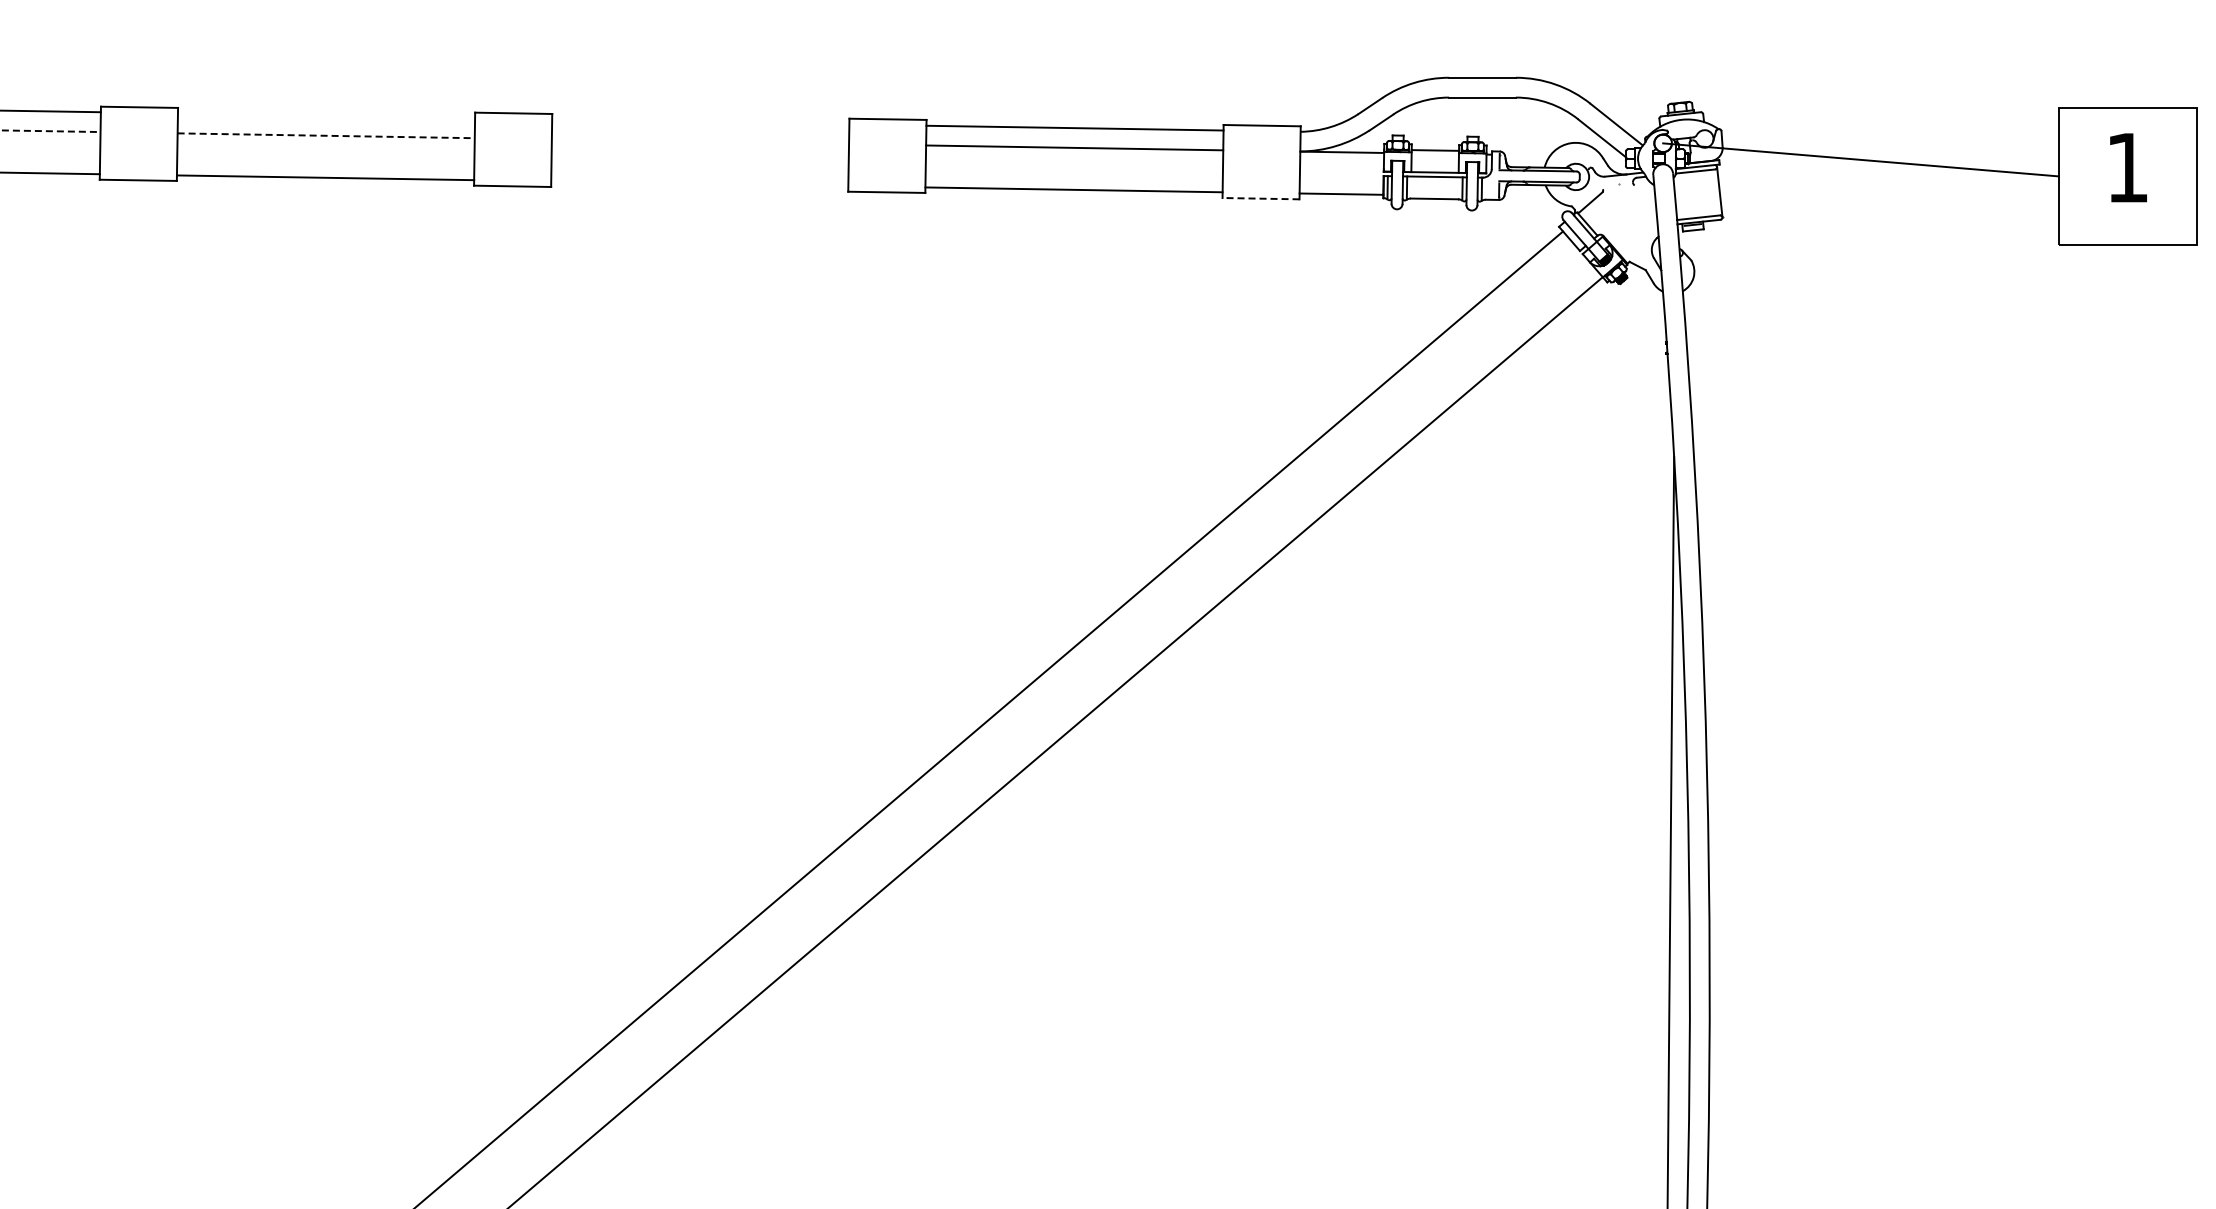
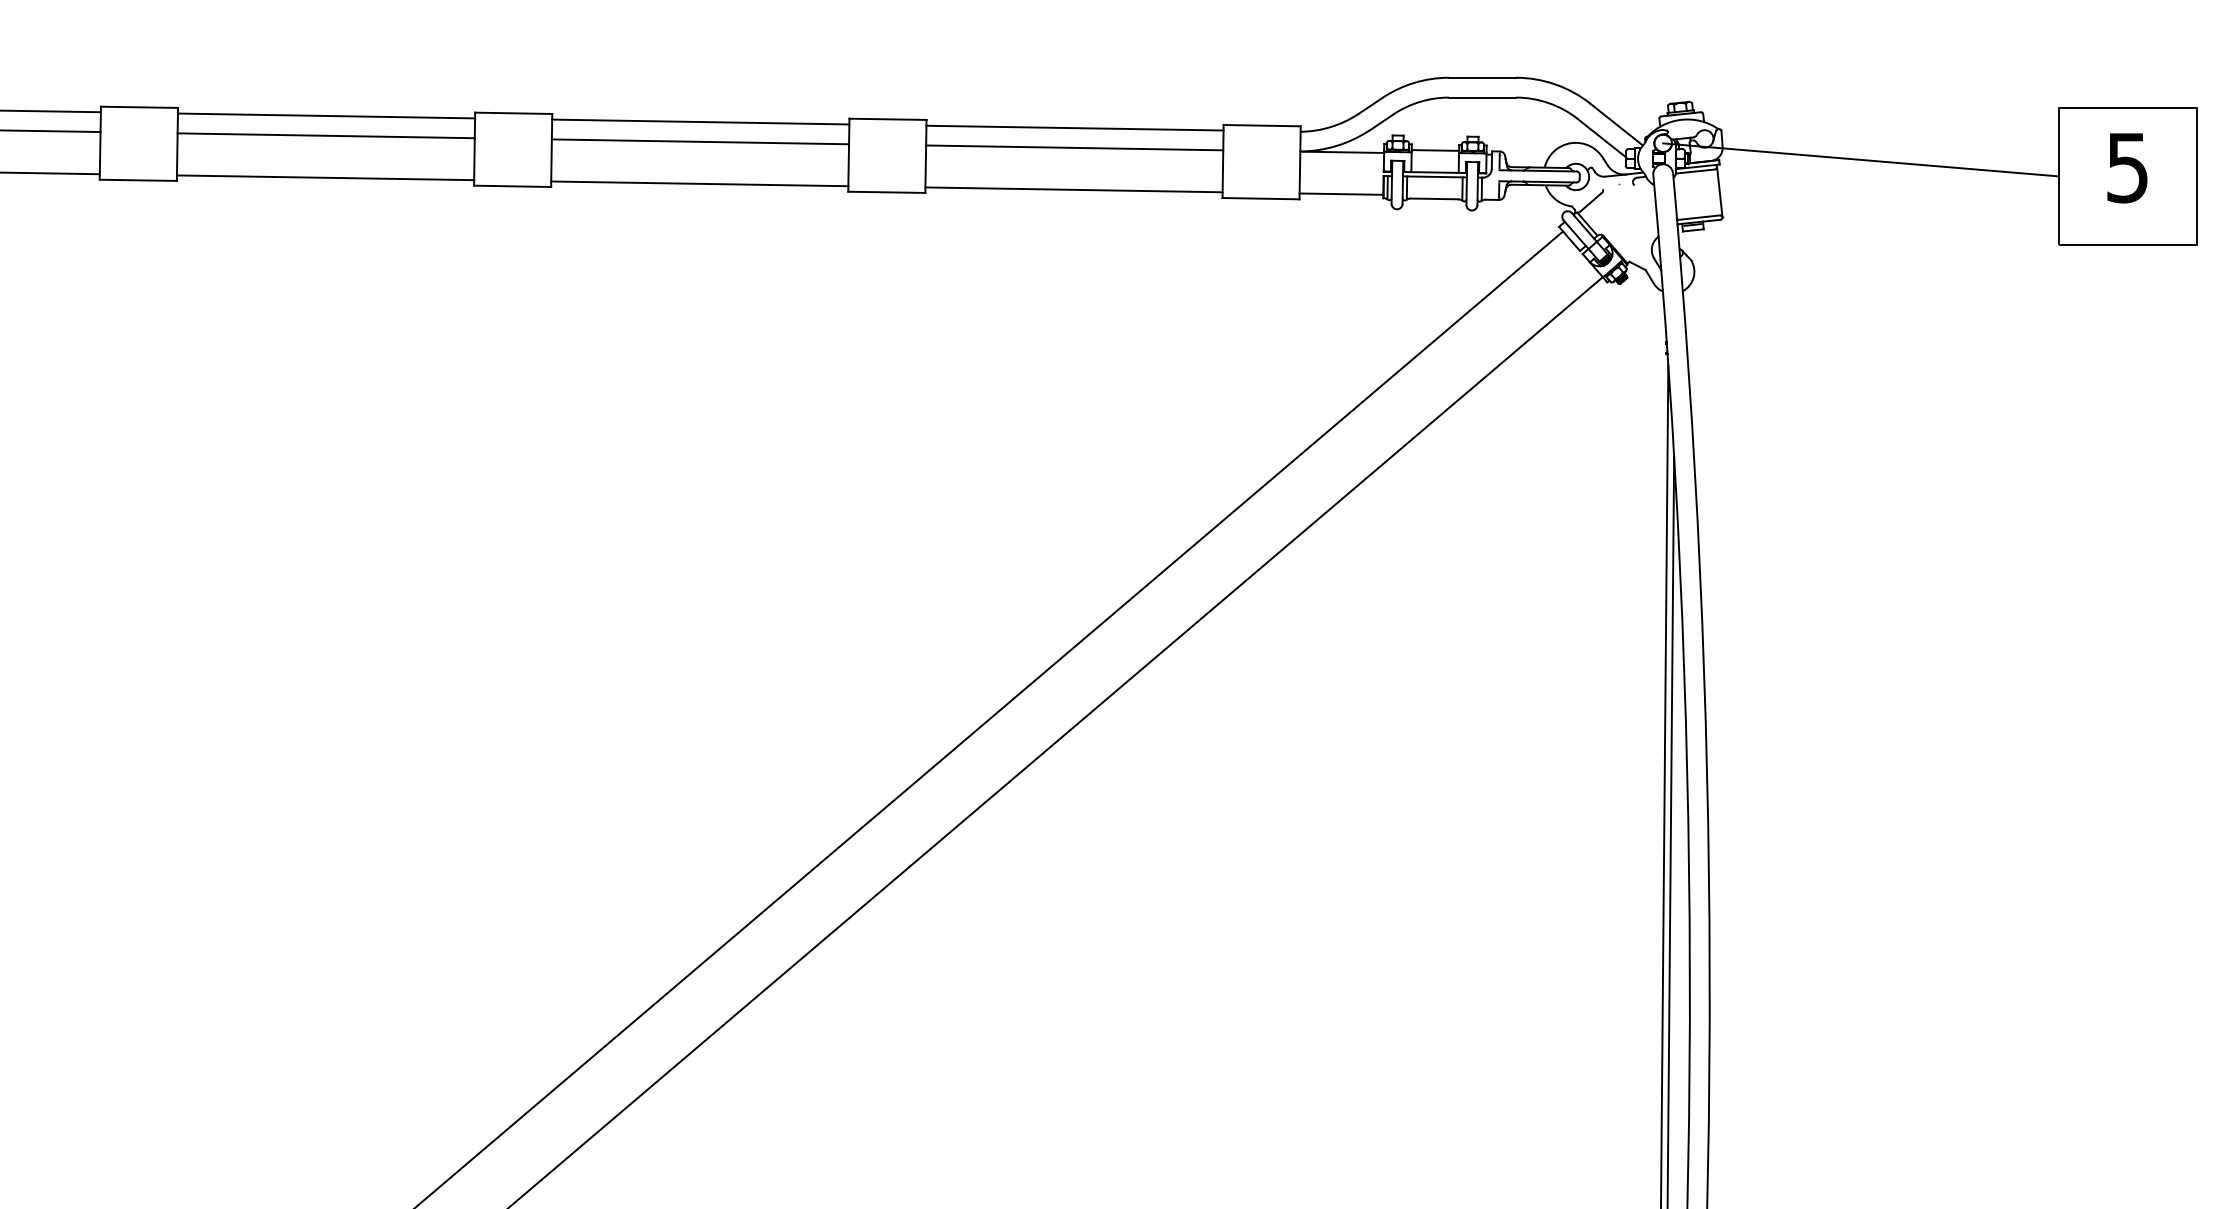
line at (326, 115): none -> present
line at (700, 121): none -> present
line at (50, 131): dashed -> solid
line at (326, 135): dashed -> solid
line at (700, 141): none -> present
text at (2127, 168): 1 -> 5
line at (699, 183): none -> present
line at (1260, 198): dashed -> solid
line at (1664, 785): none -> present
